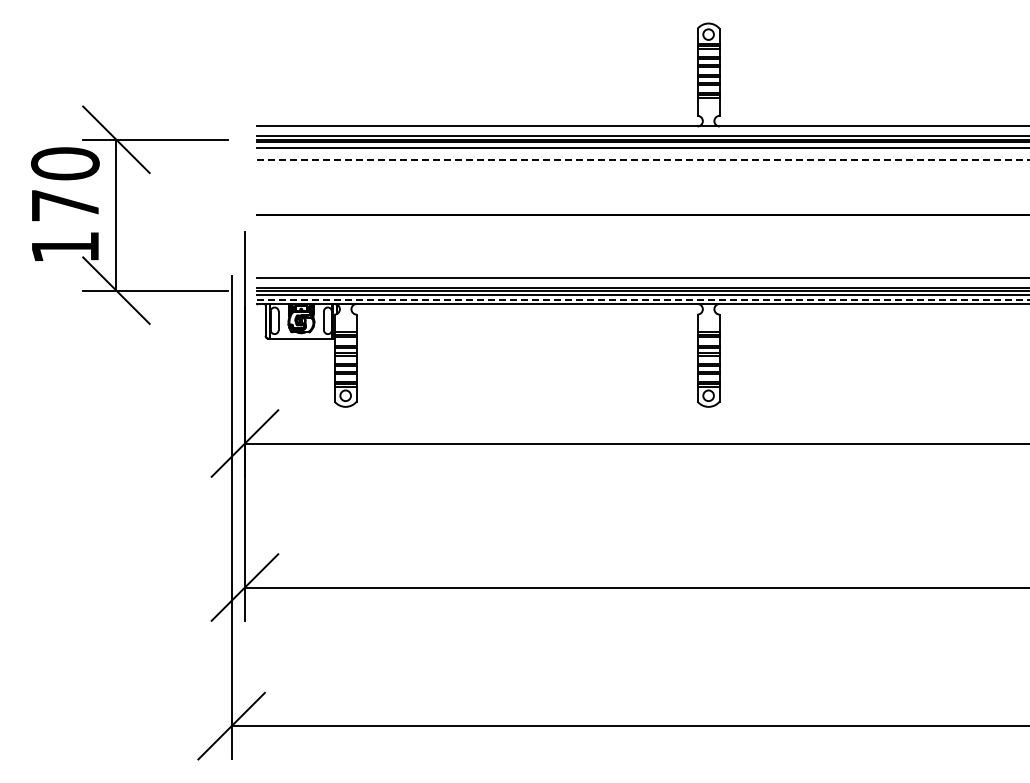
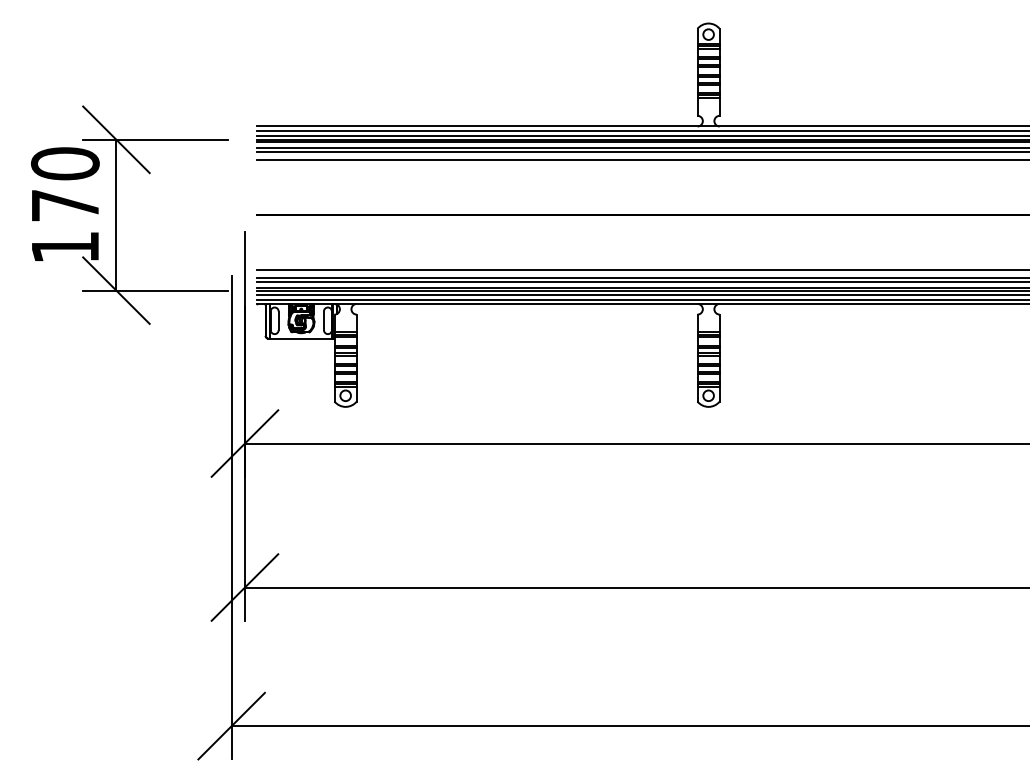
line at (641, 130): none -> present
line at (641, 152): none -> present
line at (643, 160): dashed -> solid
line at (641, 270): none -> present
line at (641, 282): none -> present
line at (643, 299): dashed -> solid
